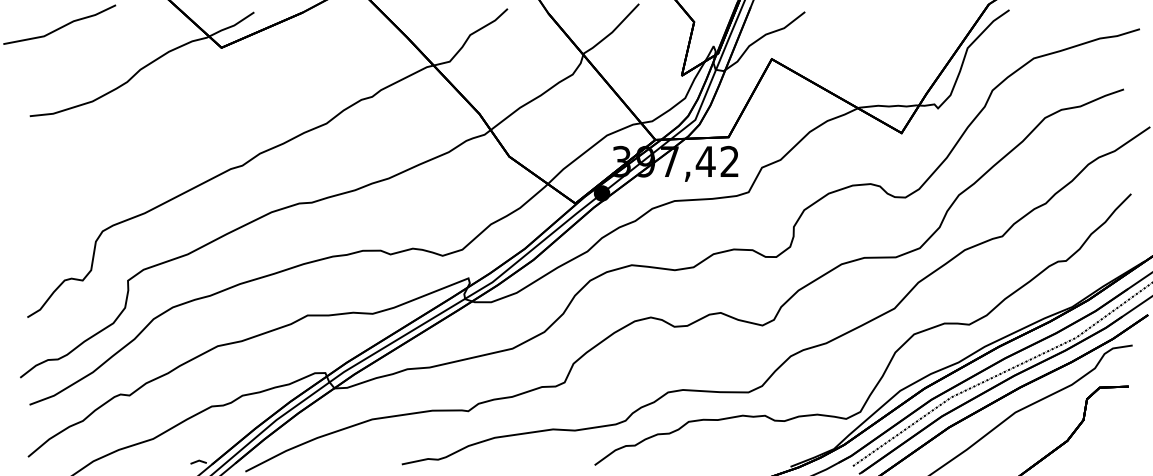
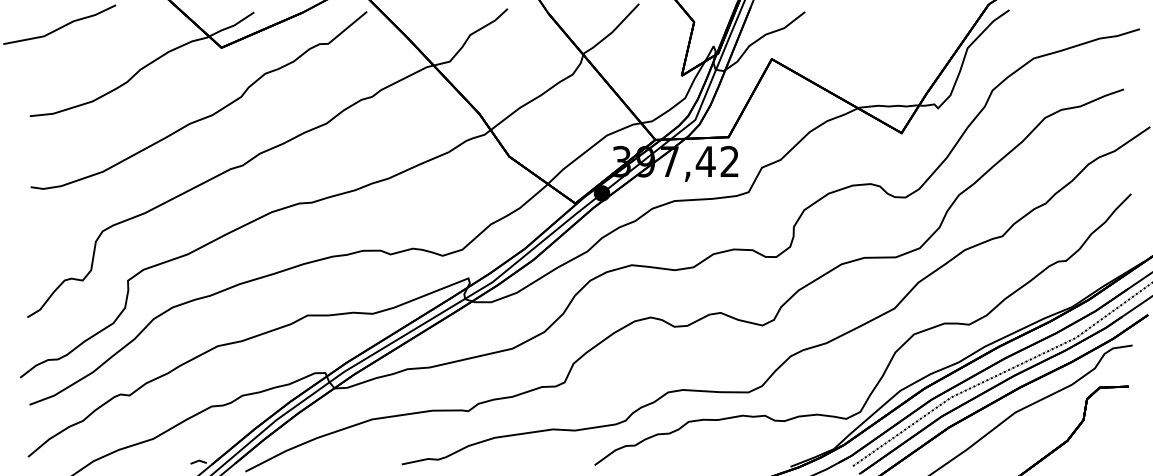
curve at (205, 116): none -> present
